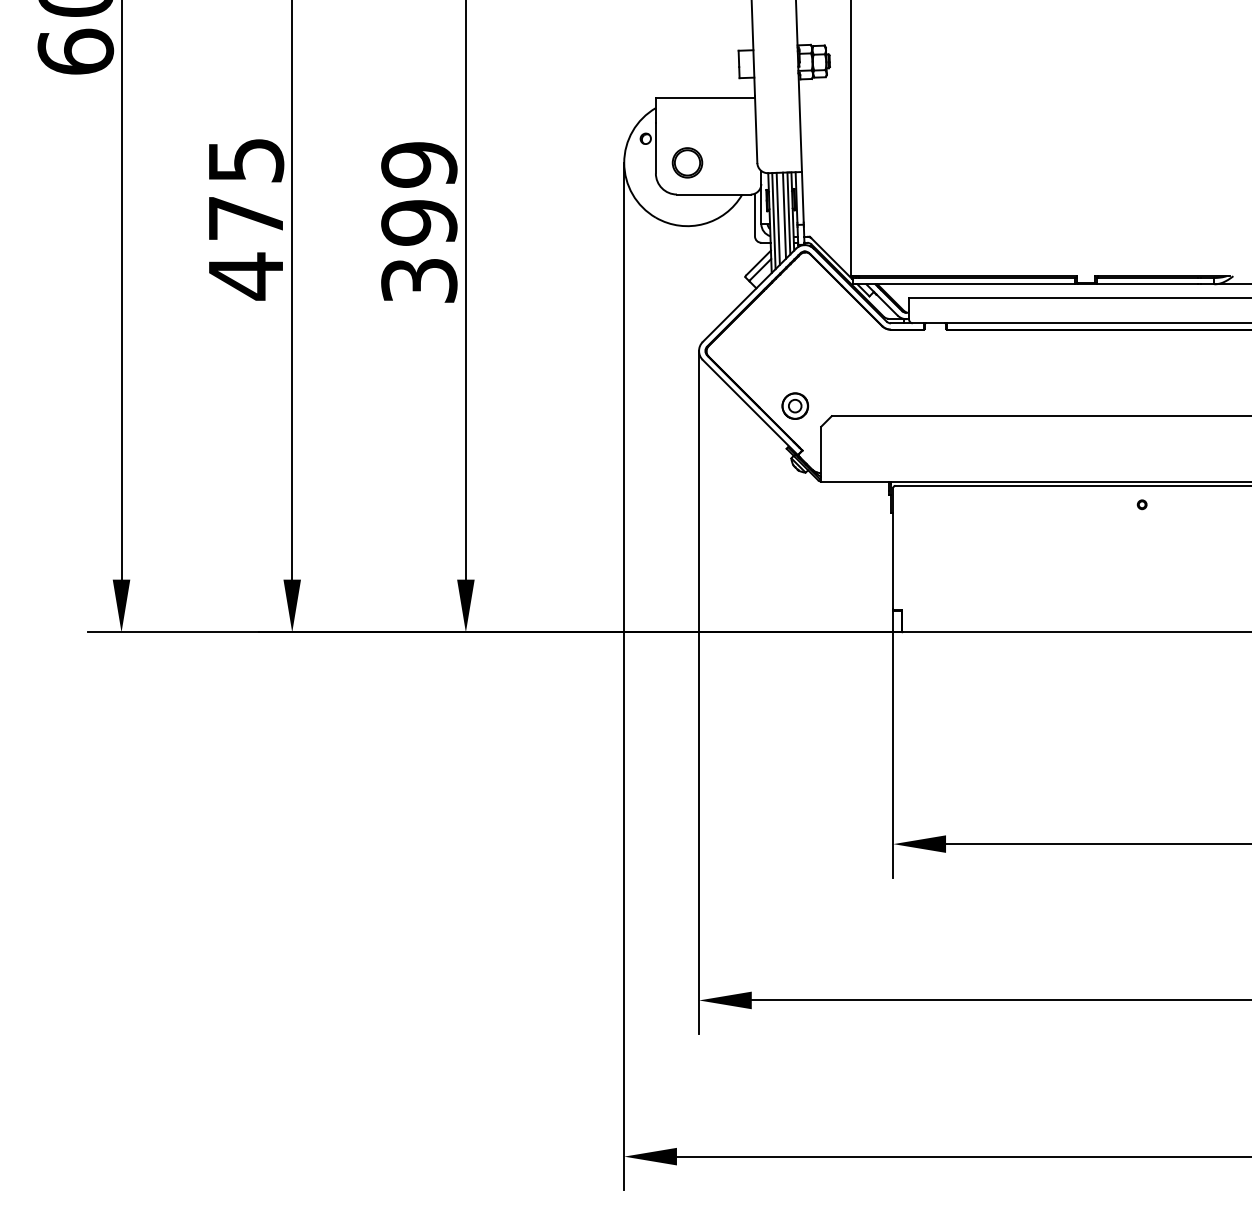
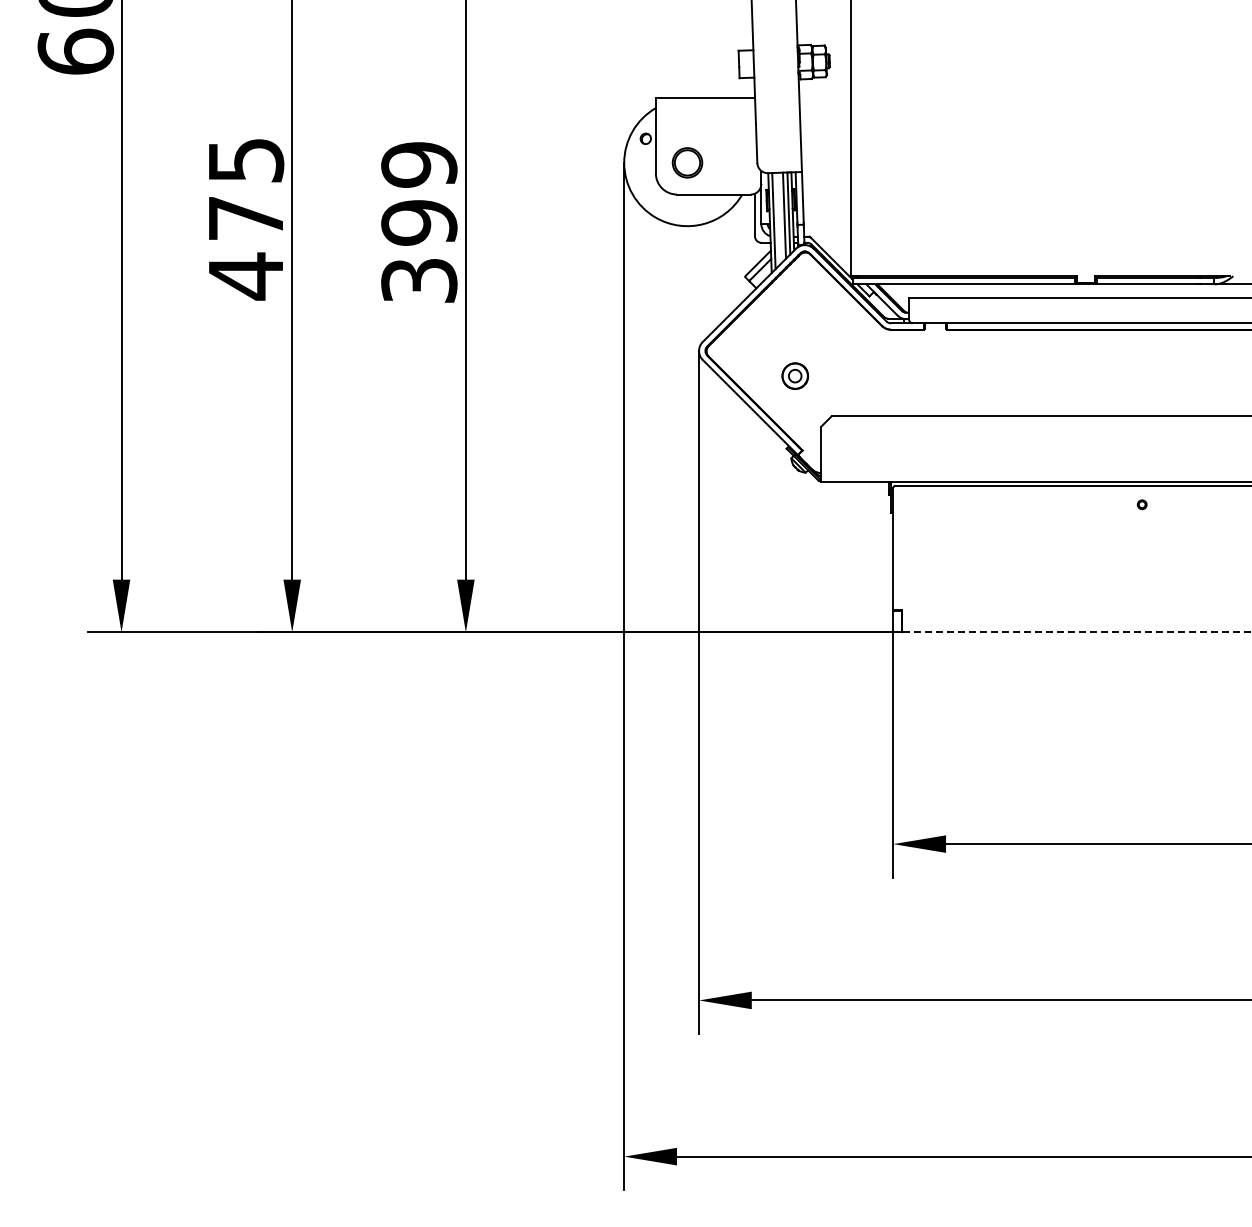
line at (777, 218): present -> none
part at (795, 405) position: (795, 405) -> (795, 375)
line at (1077, 632): solid -> dashed
